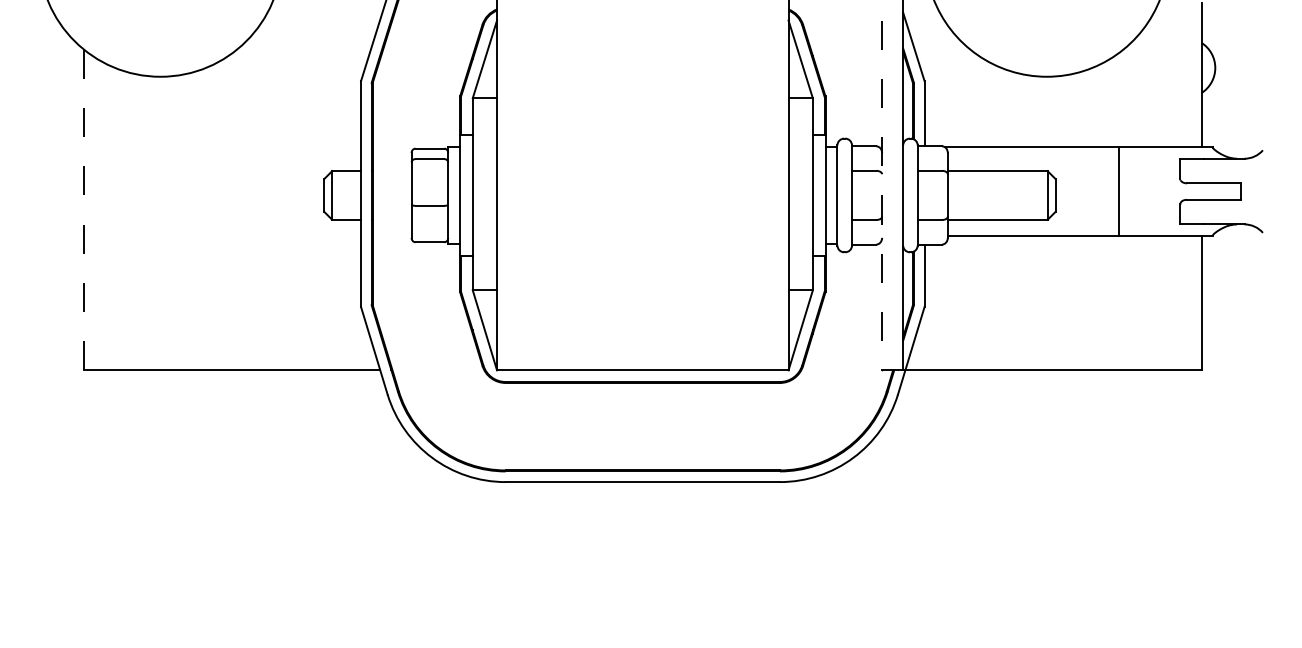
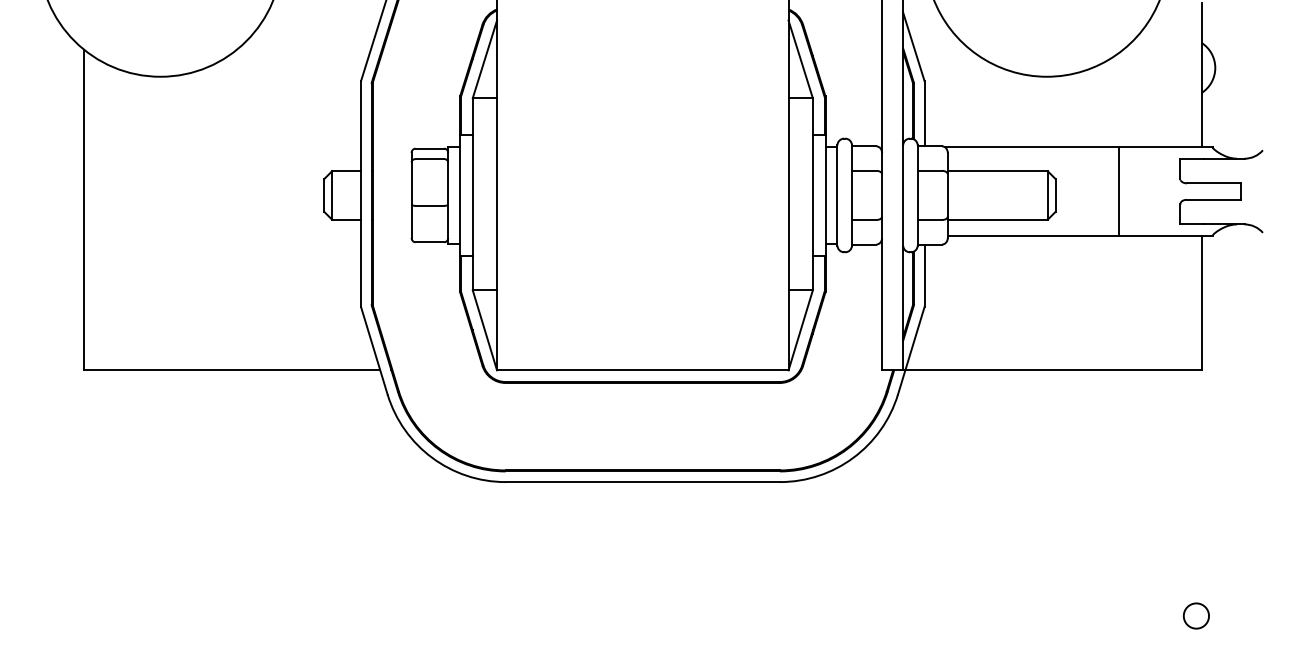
line at (882, 185): dashed -> solid
line at (84, 210): dashed -> solid
circle at (1195, 615): none -> present
